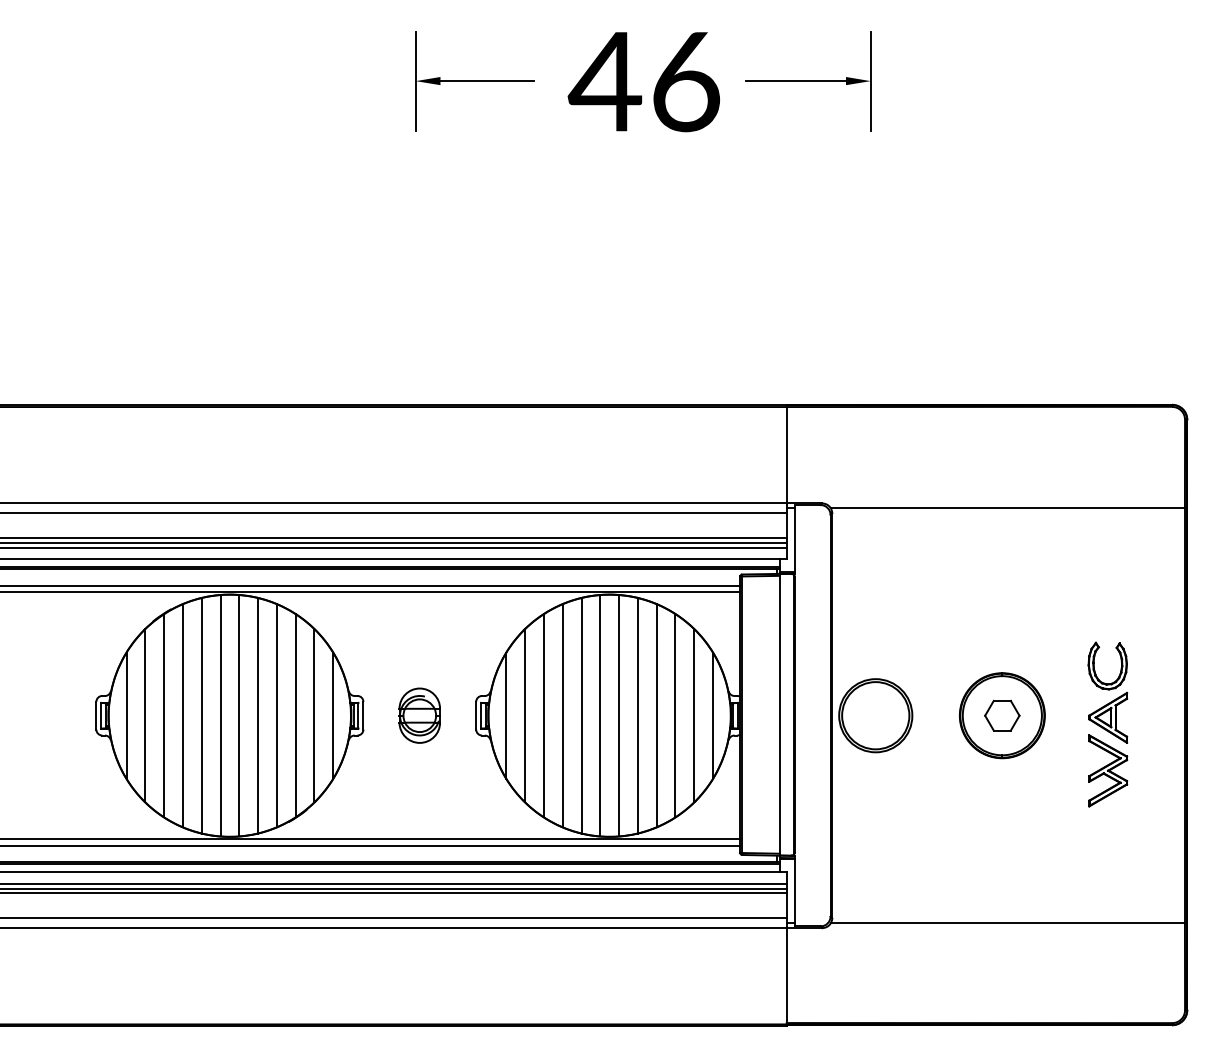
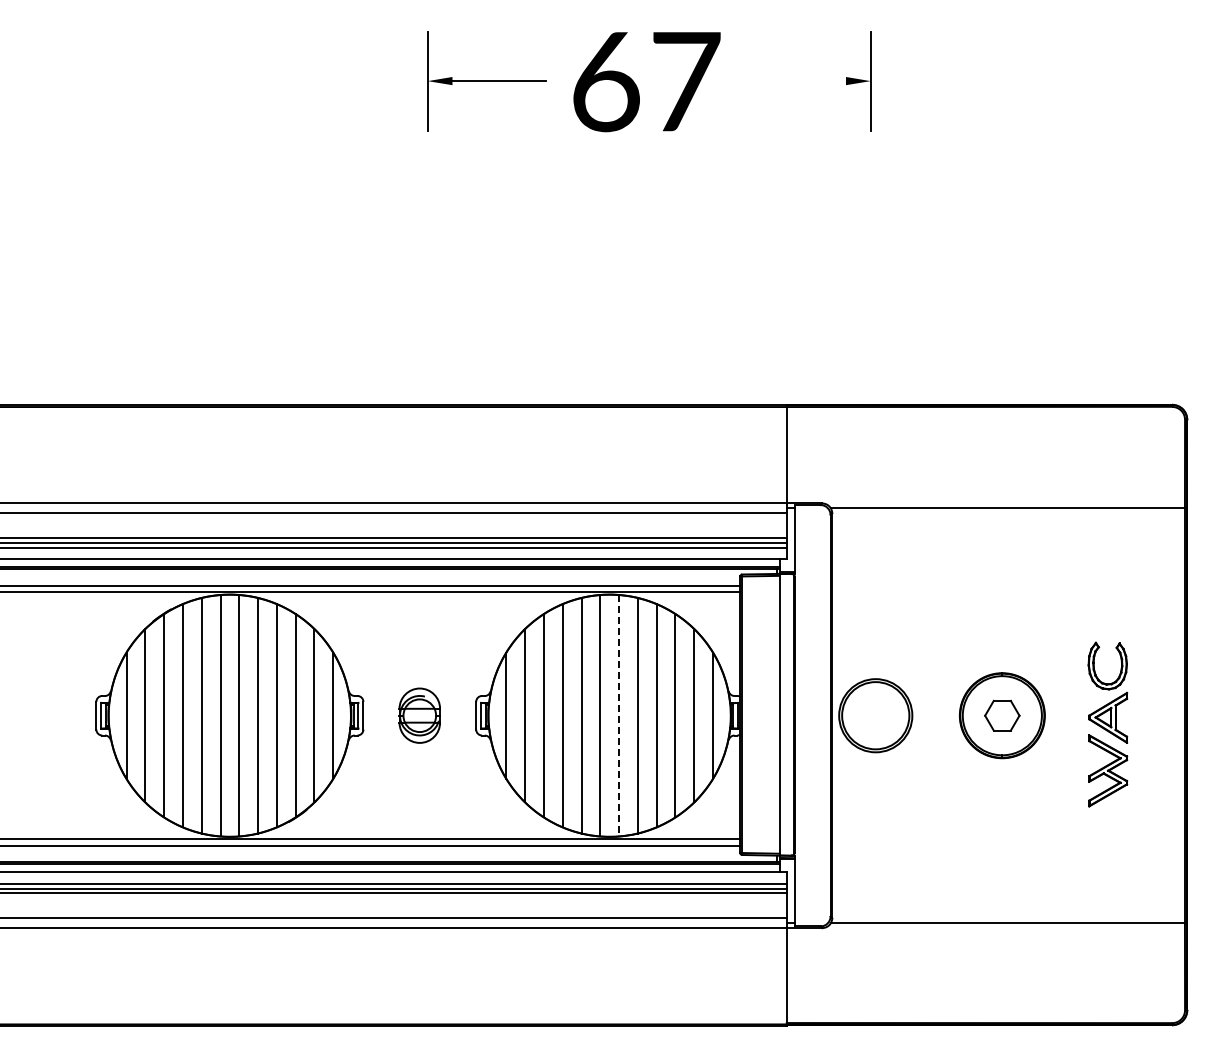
part at (474, 81) position: (474, 81) -> (486, 81)
line at (795, 81): present -> none
text at (643, 82): 46 -> 67
line at (619, 715): solid -> dashed
